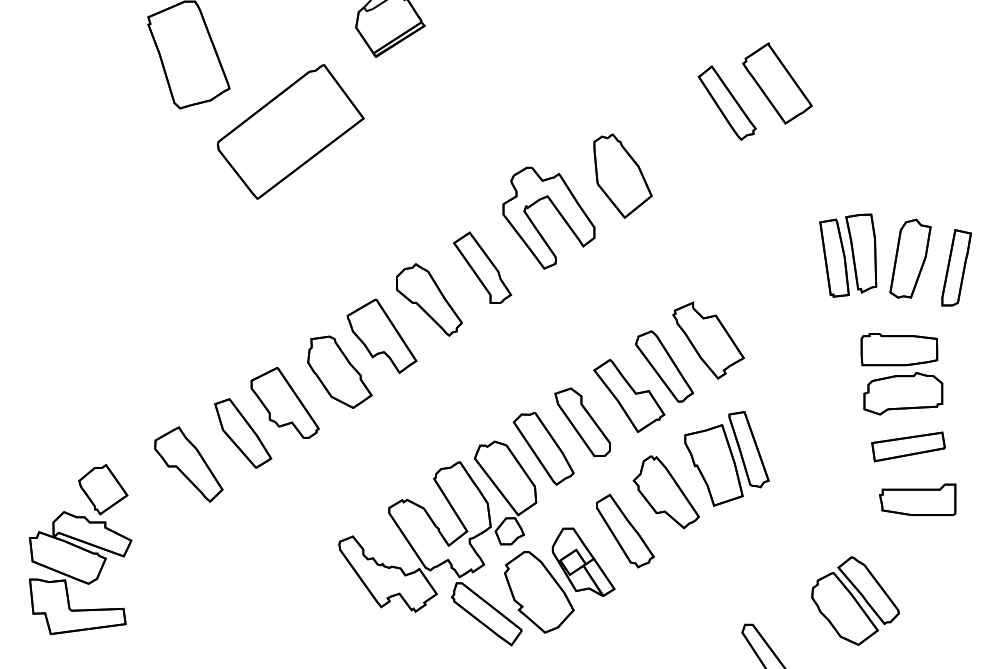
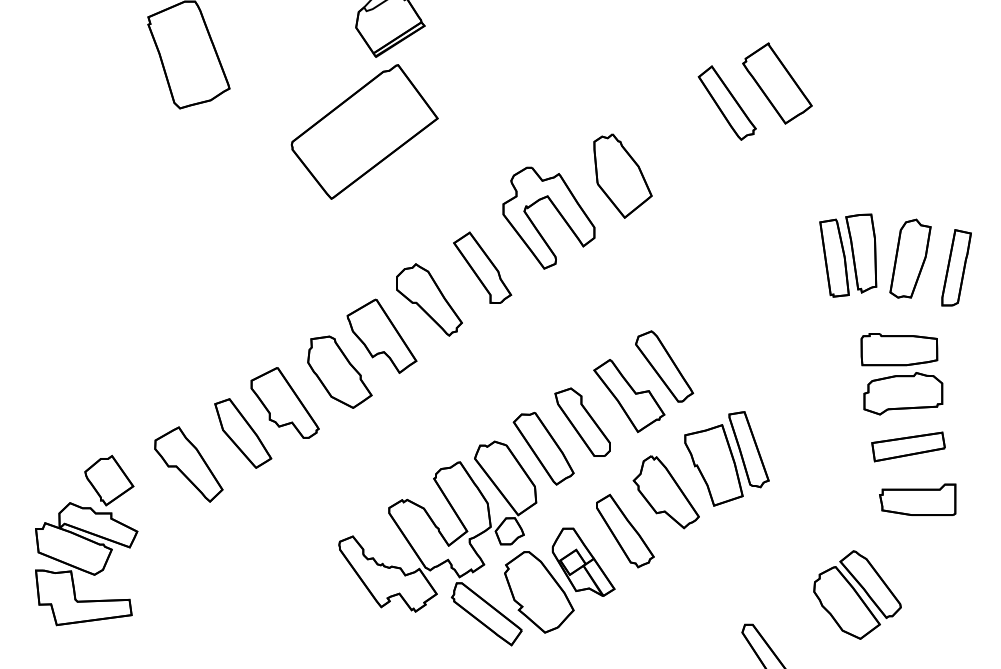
part at (290, 131) position: (290, 131) -> (364, 131)
part at (708, 340): present -> none
part at (80, 549) position: (80, 549) -> (86, 540)
part at (855, 600) position: (855, 600) -> (857, 594)
